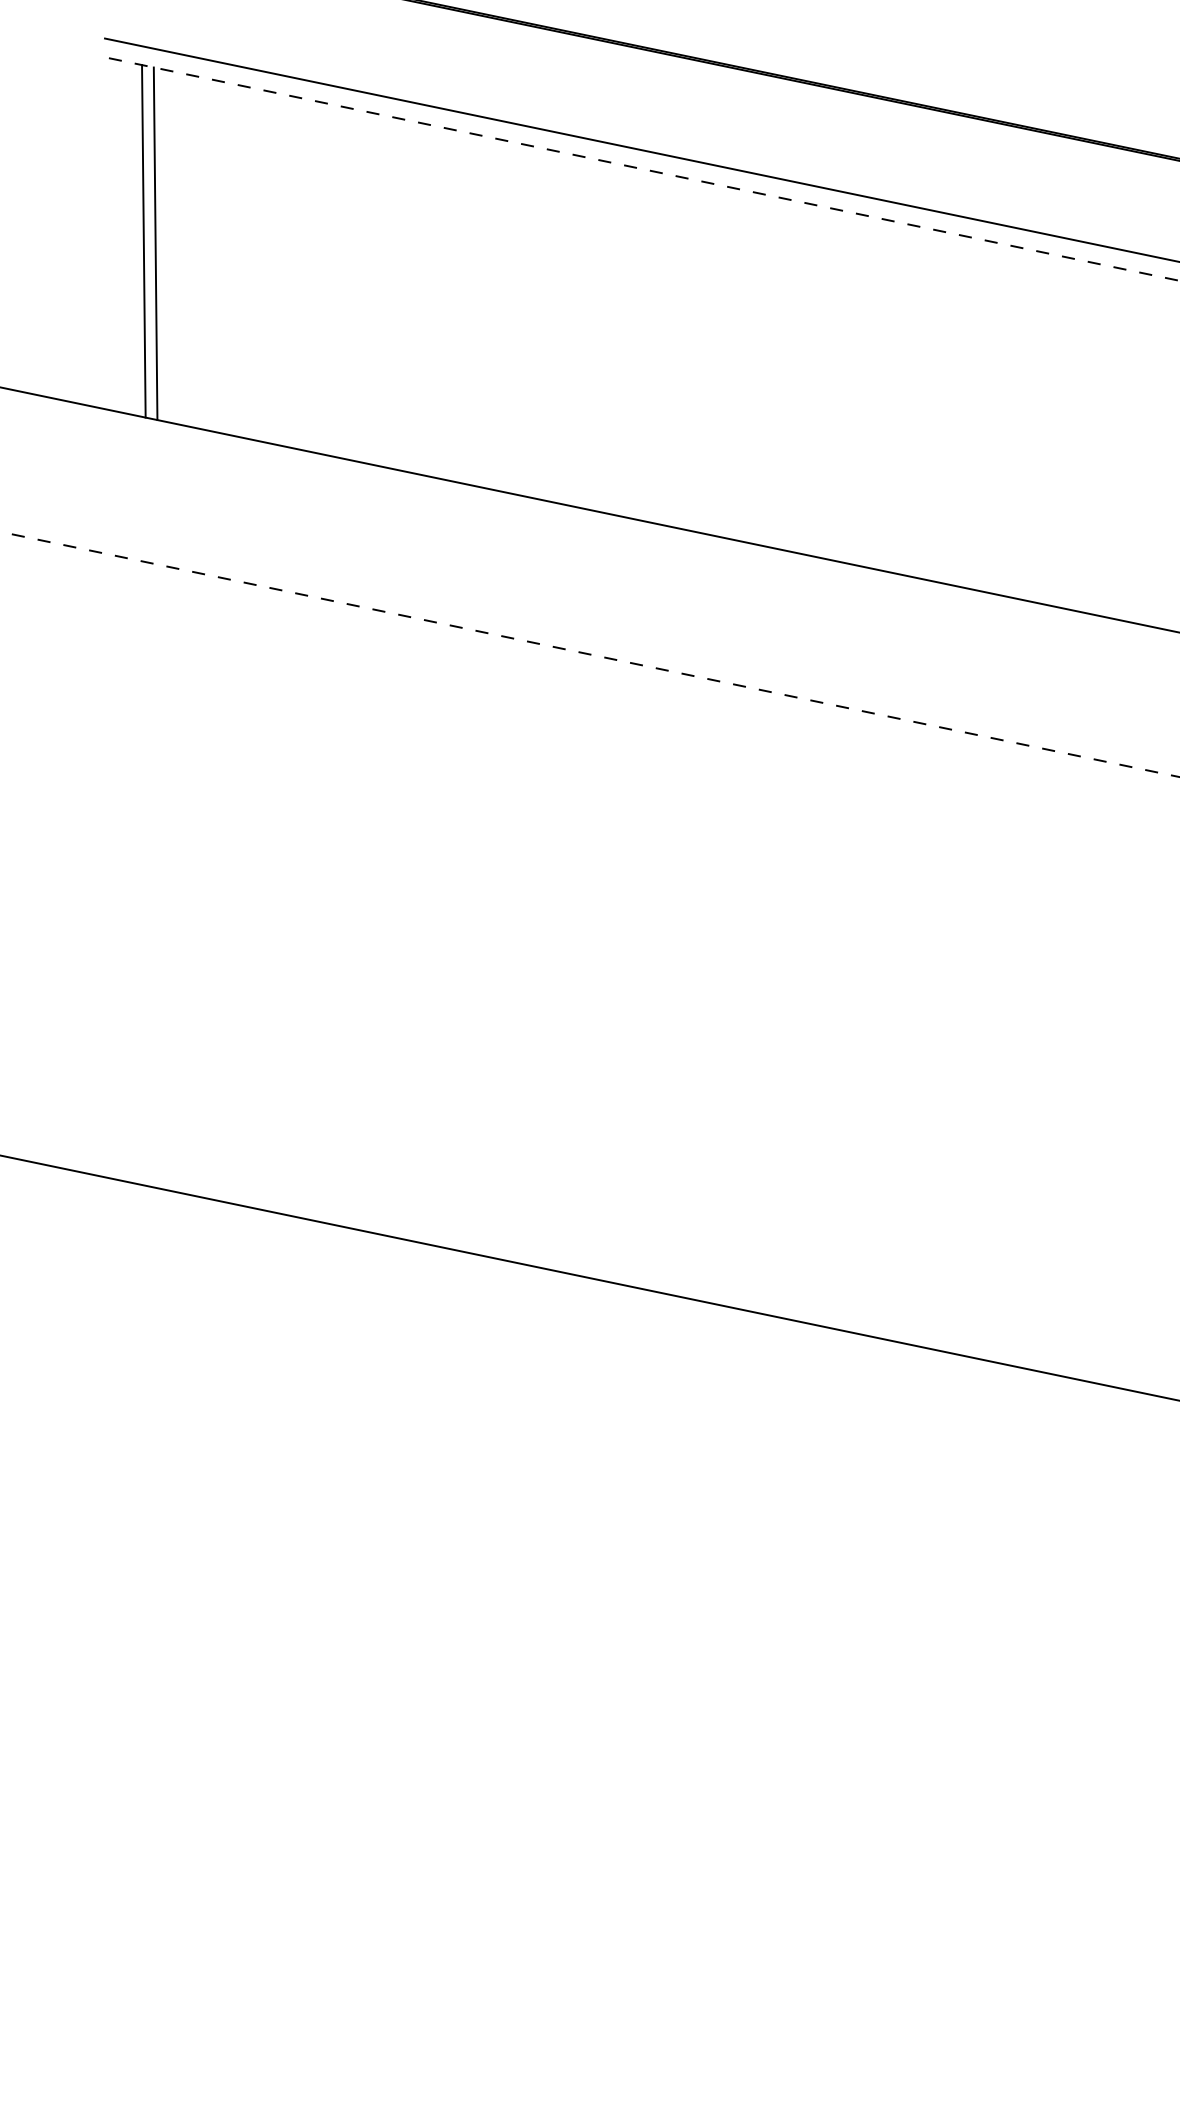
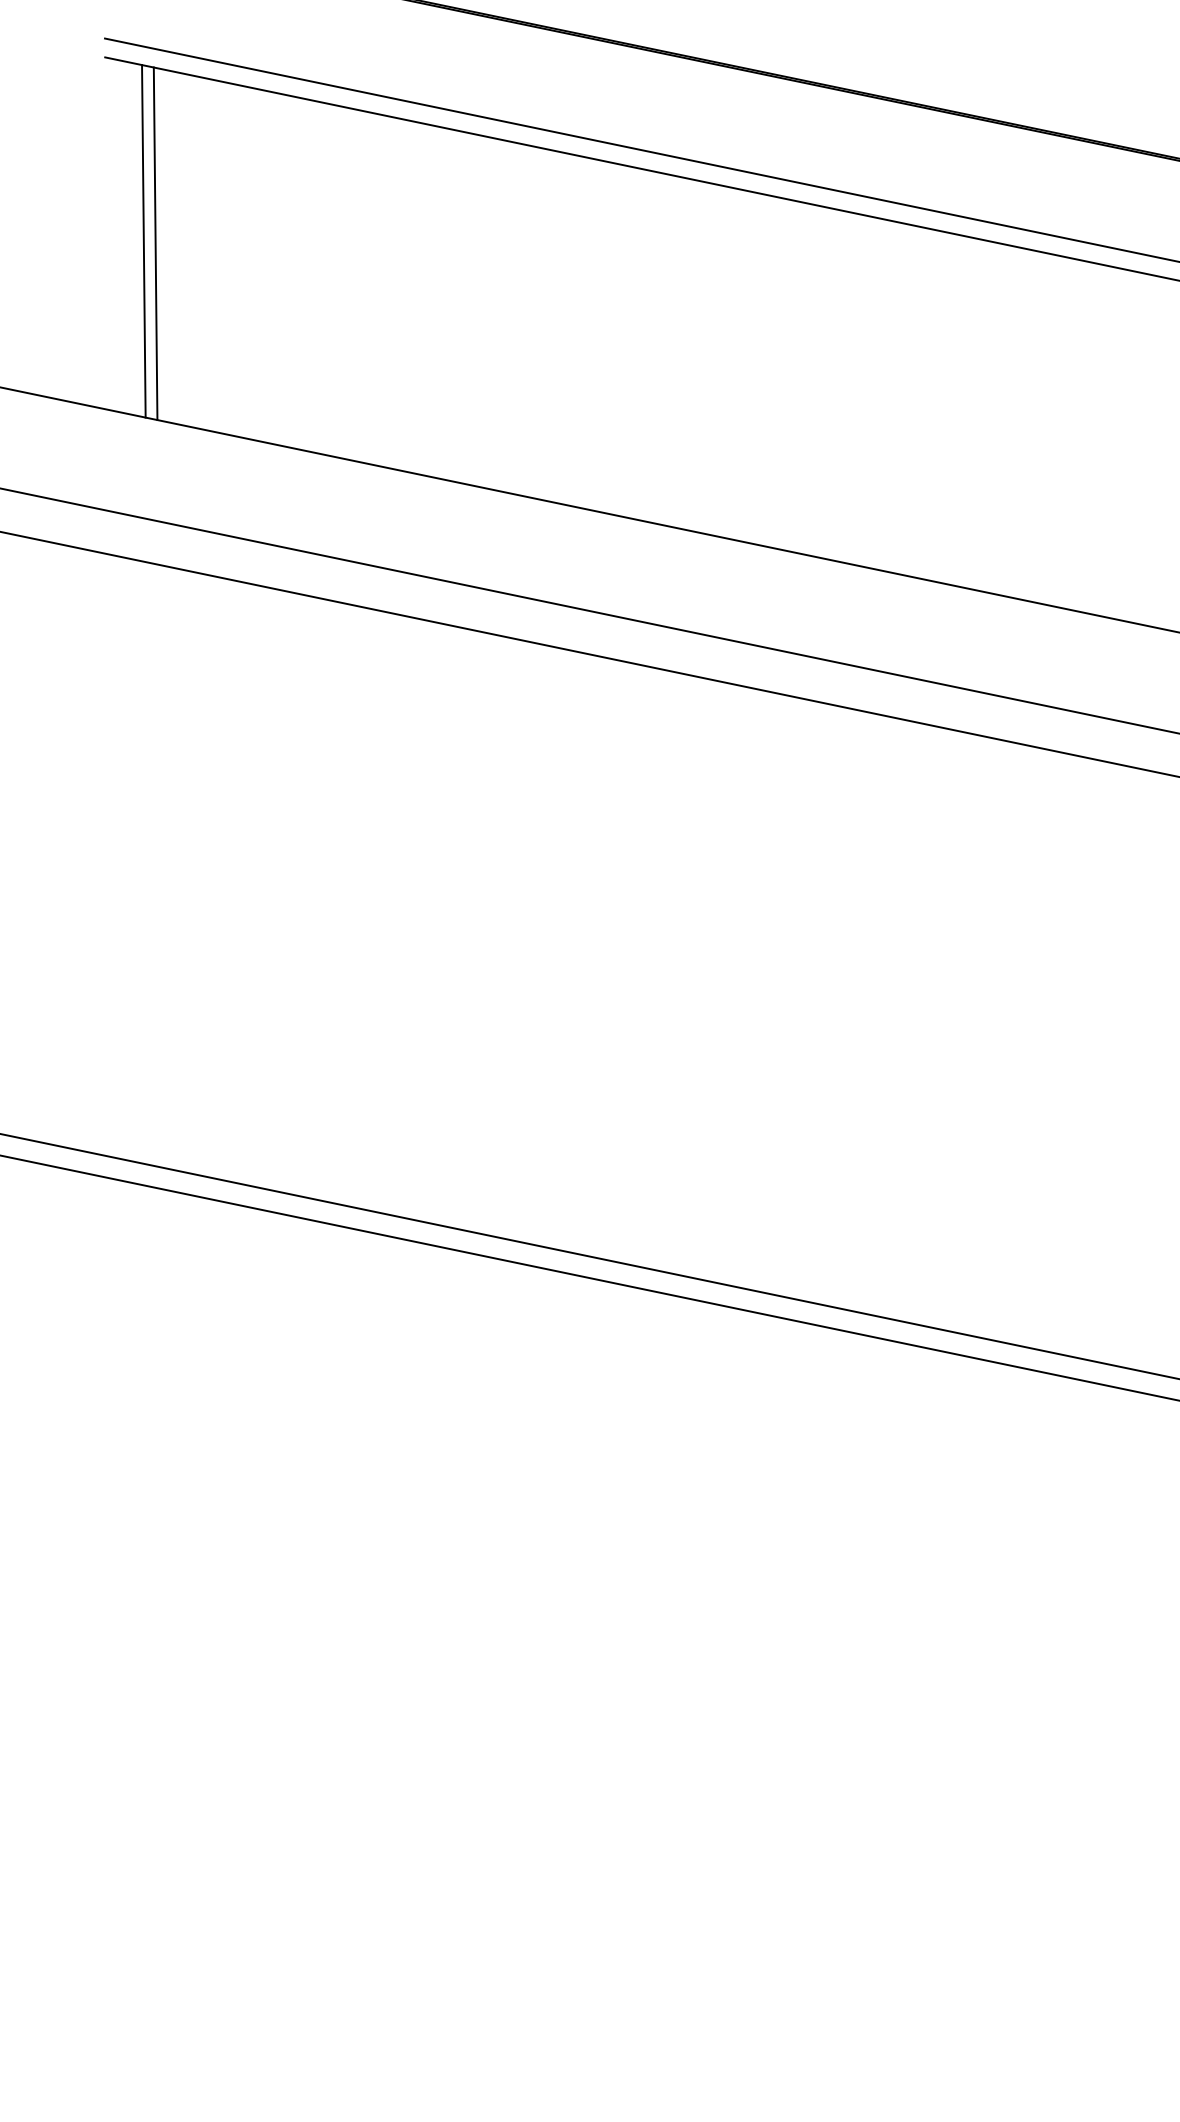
line at (641, 168): dashed -> solid
line at (589, 610): none -> present
line at (590, 654): dashed -> solid
line at (589, 1256): none -> present
